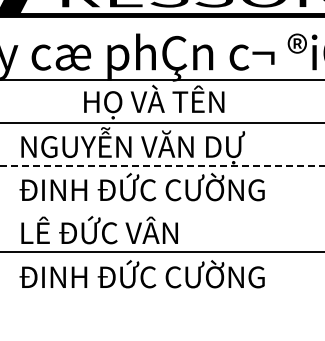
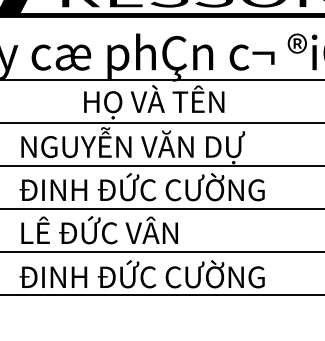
line at (163, 166): dashed -> solid
line at (161, 209): none -> present
line at (161, 295): none -> present
